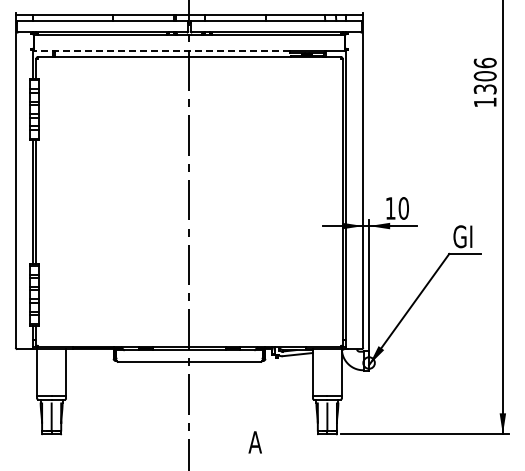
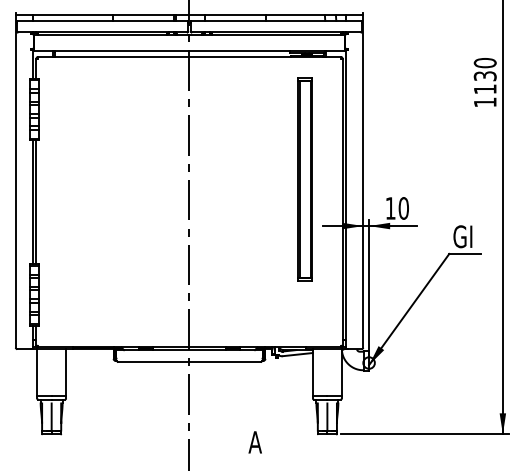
line at (162, 51): dashed -> solid
text at (484, 75): 1306 -> 1130
part at (304, 179): none -> present
